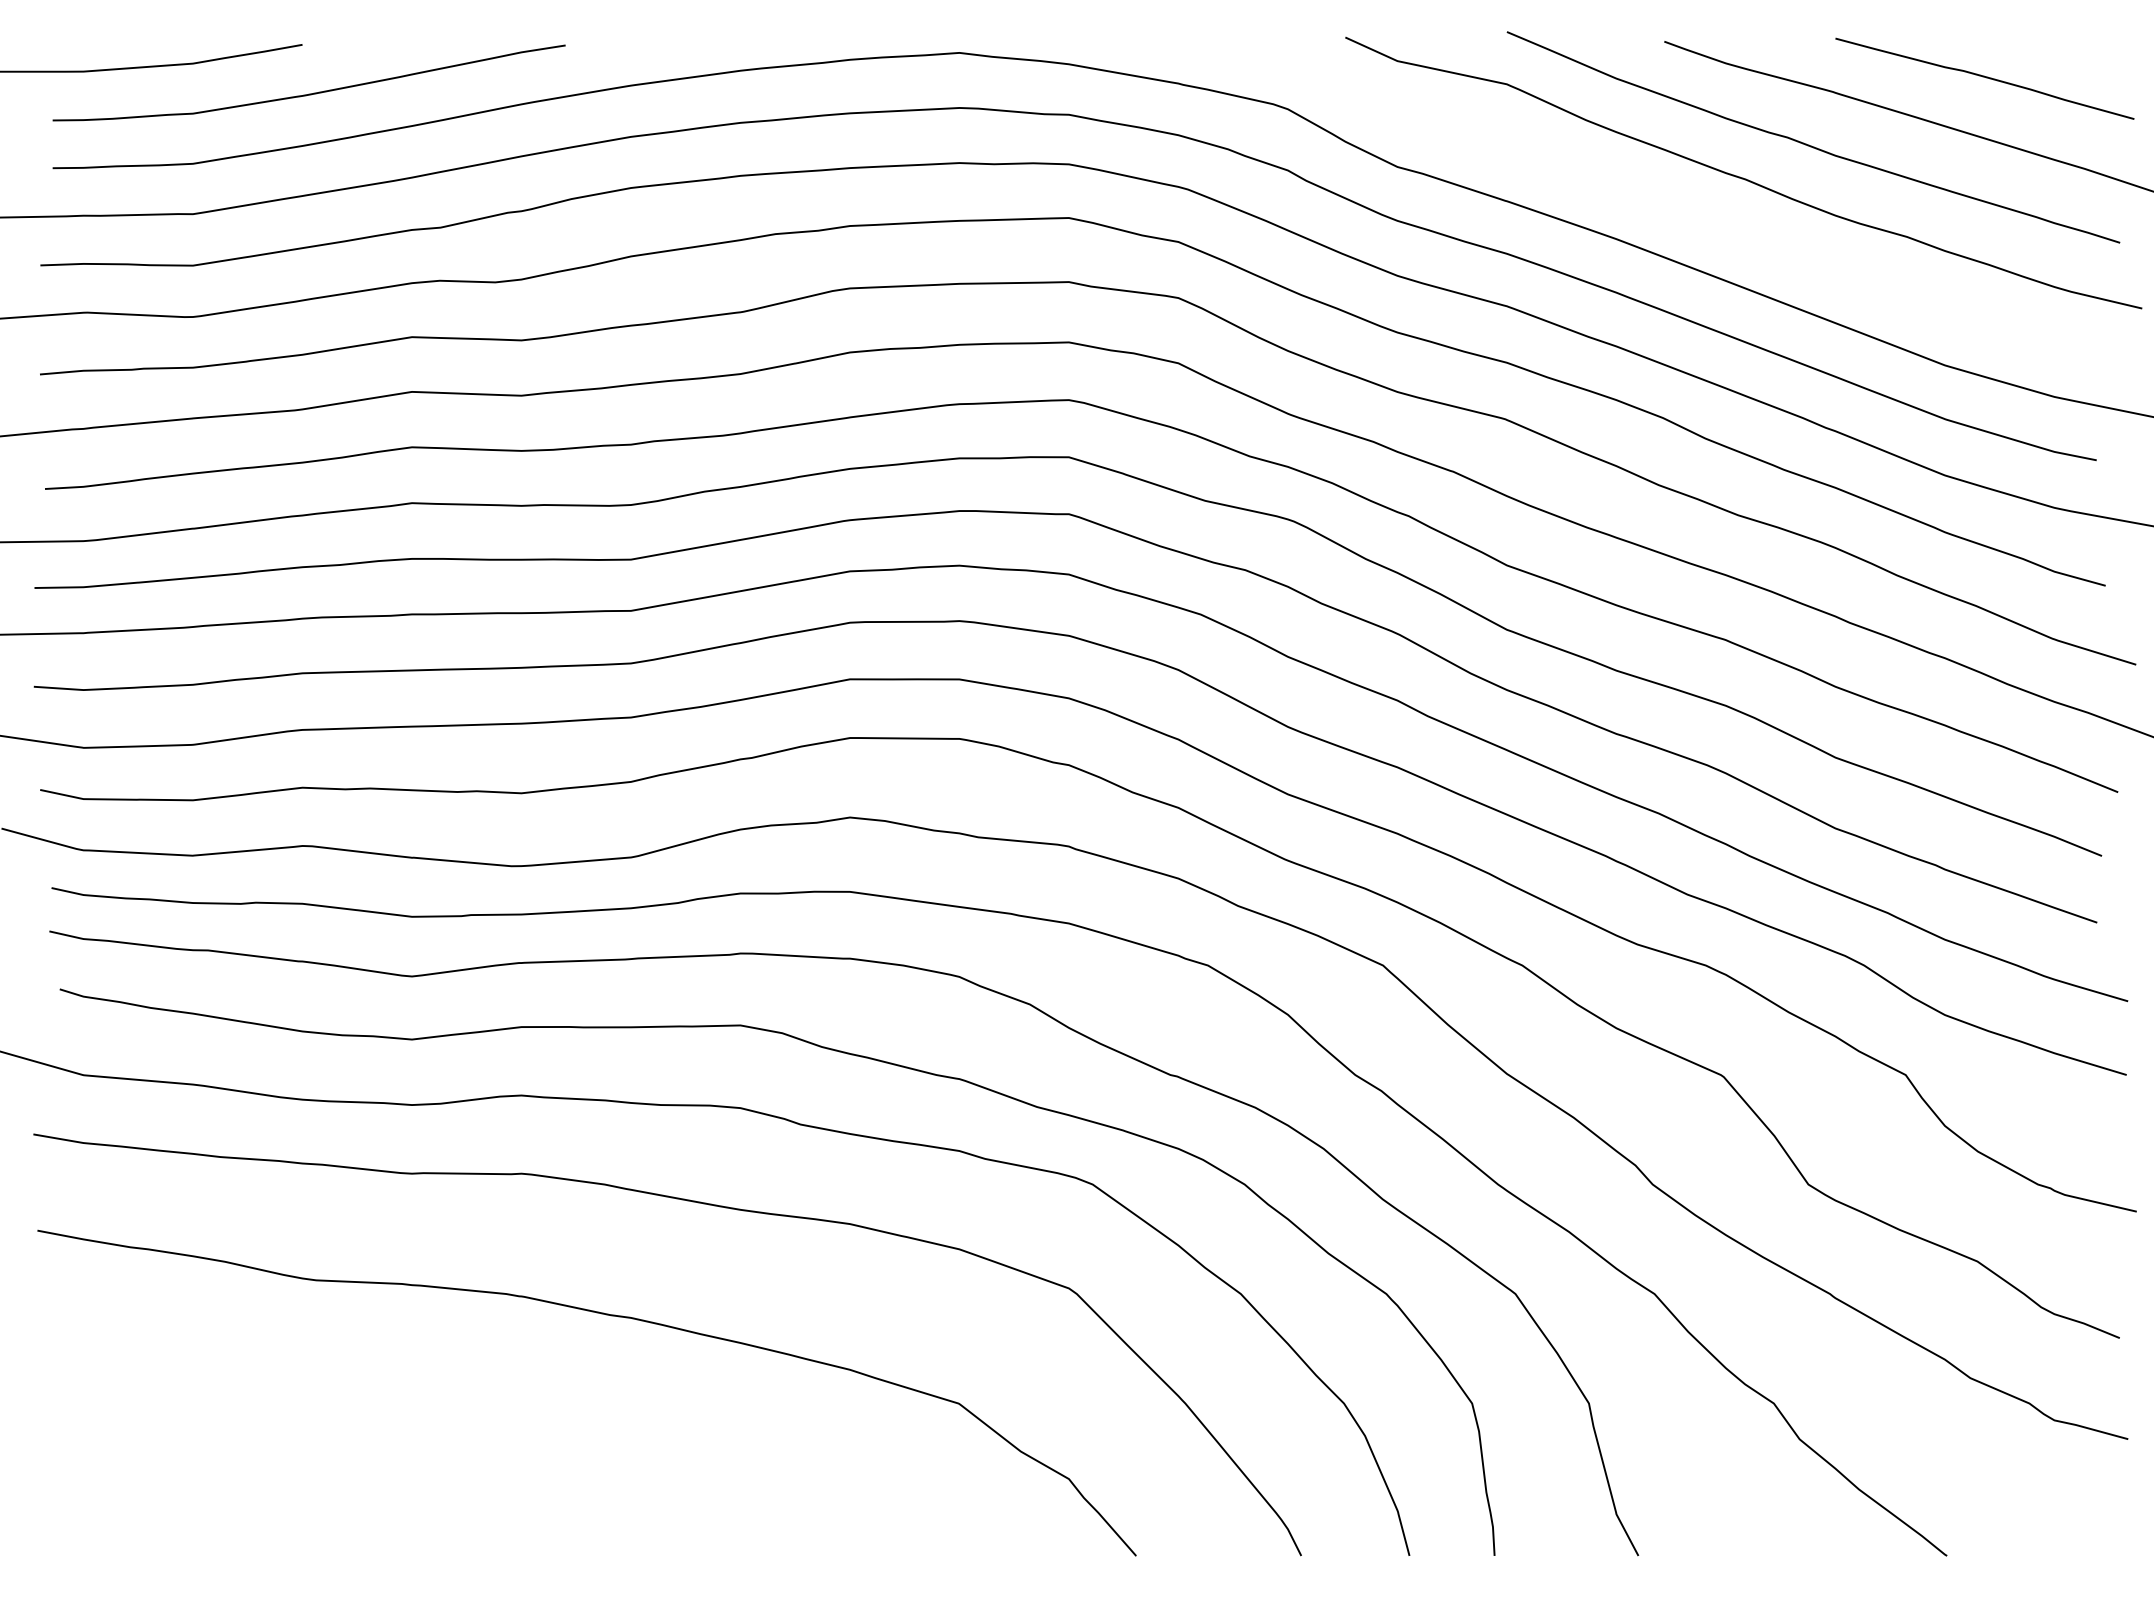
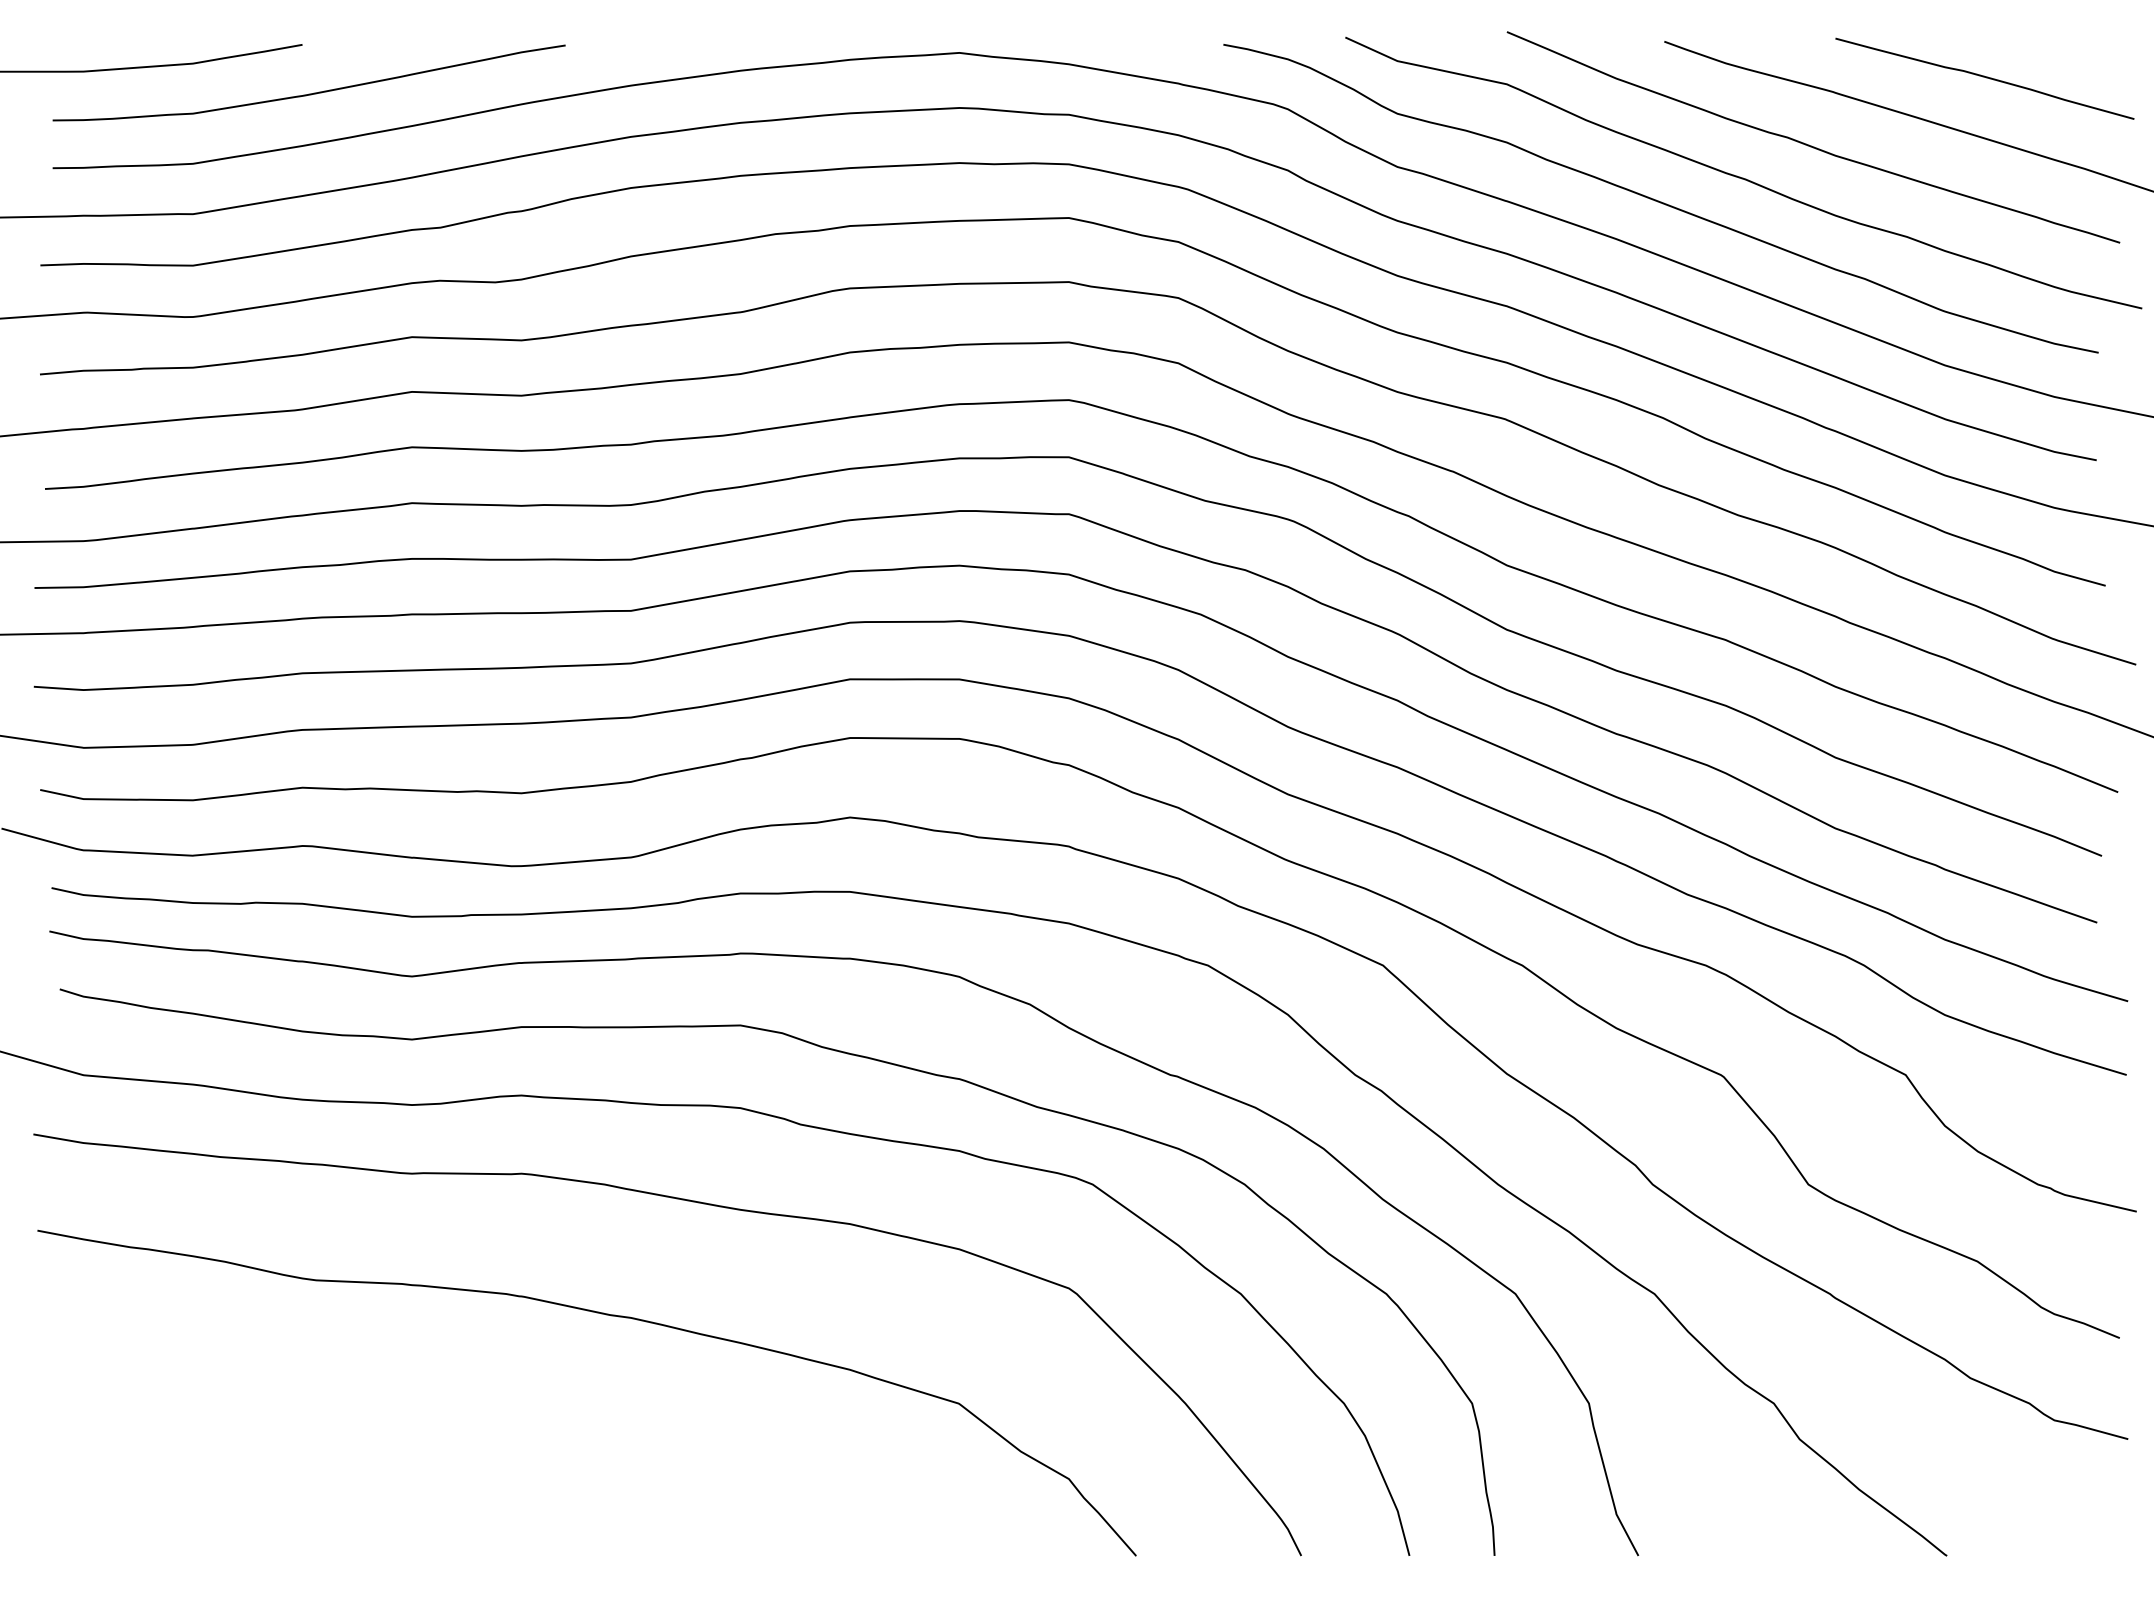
curve at (1658, 200): none -> present
